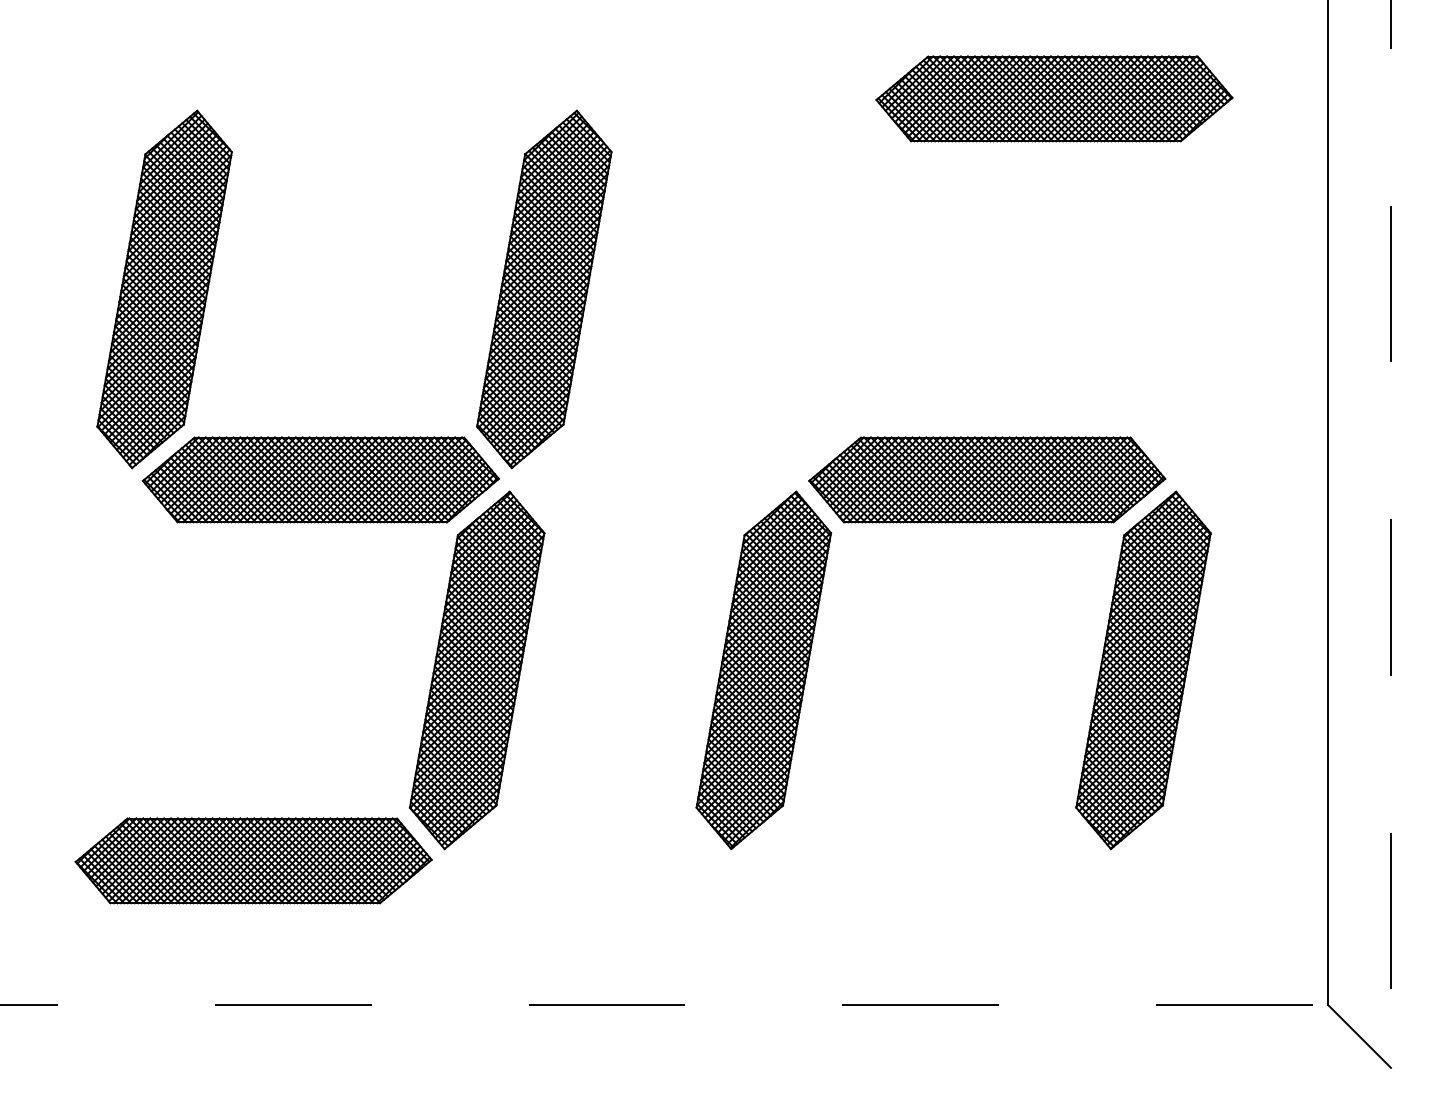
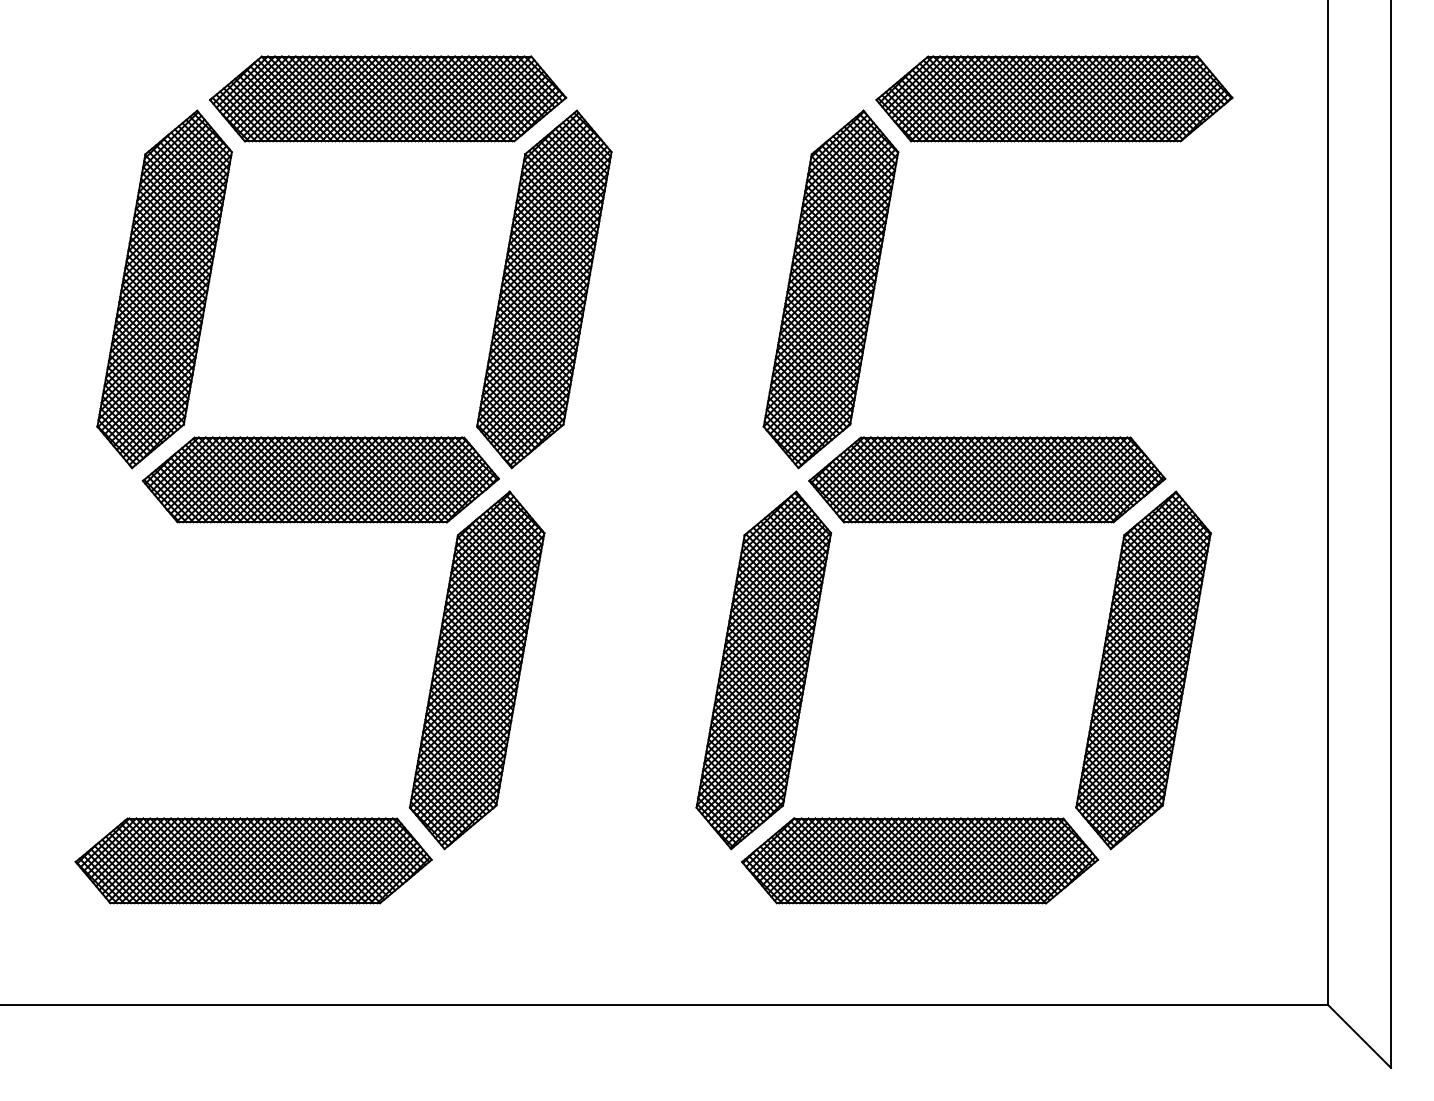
part at (388, 98): none -> present
part at (830, 289): none -> present
line at (1390, 534): dashed -> solid
part at (920, 860): none -> present
line at (664, 1005): dashed -> solid
